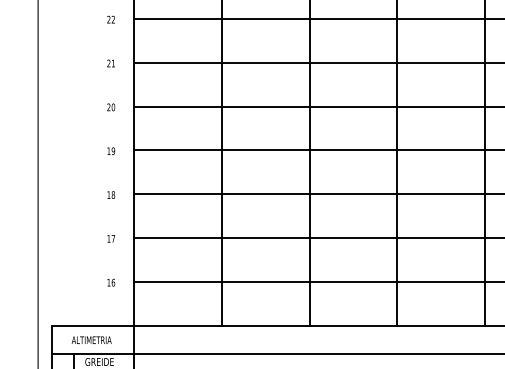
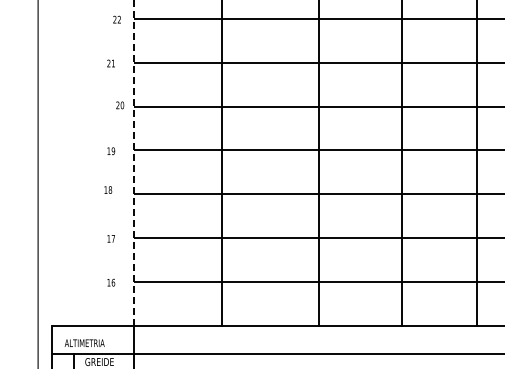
text at (110, 19) position: (110, 19) -> (116, 19)
text at (111, 107) position: (111, 107) -> (120, 105)
line at (134, 162): solid -> dashed
line at (309, 163) position: (309, 163) -> (318, 163)
line at (397, 163) position: (397, 163) -> (402, 163)
line at (484, 163) position: (484, 163) -> (476, 163)
text at (111, 194) position: (111, 194) -> (108, 189)
text at (91, 339) position: (91, 339) -> (84, 342)
